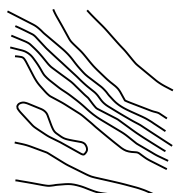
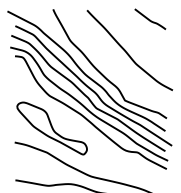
curve at (150, 19): none -> present
